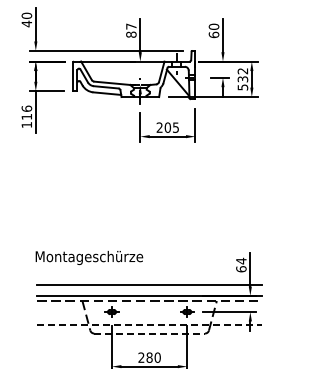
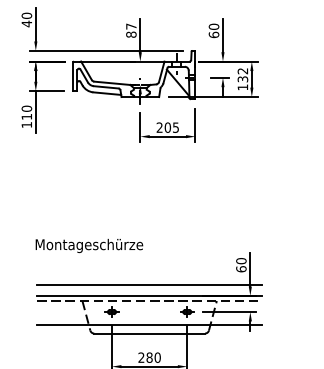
text at (242, 87): 532 -> 132
text at (26, 108): 116 -> 110
text at (89, 258) position: (89, 258) -> (89, 246)
text at (241, 260): 64 -> 60
line at (150, 325): dashed -> solid
line at (150, 333): dashed -> solid
